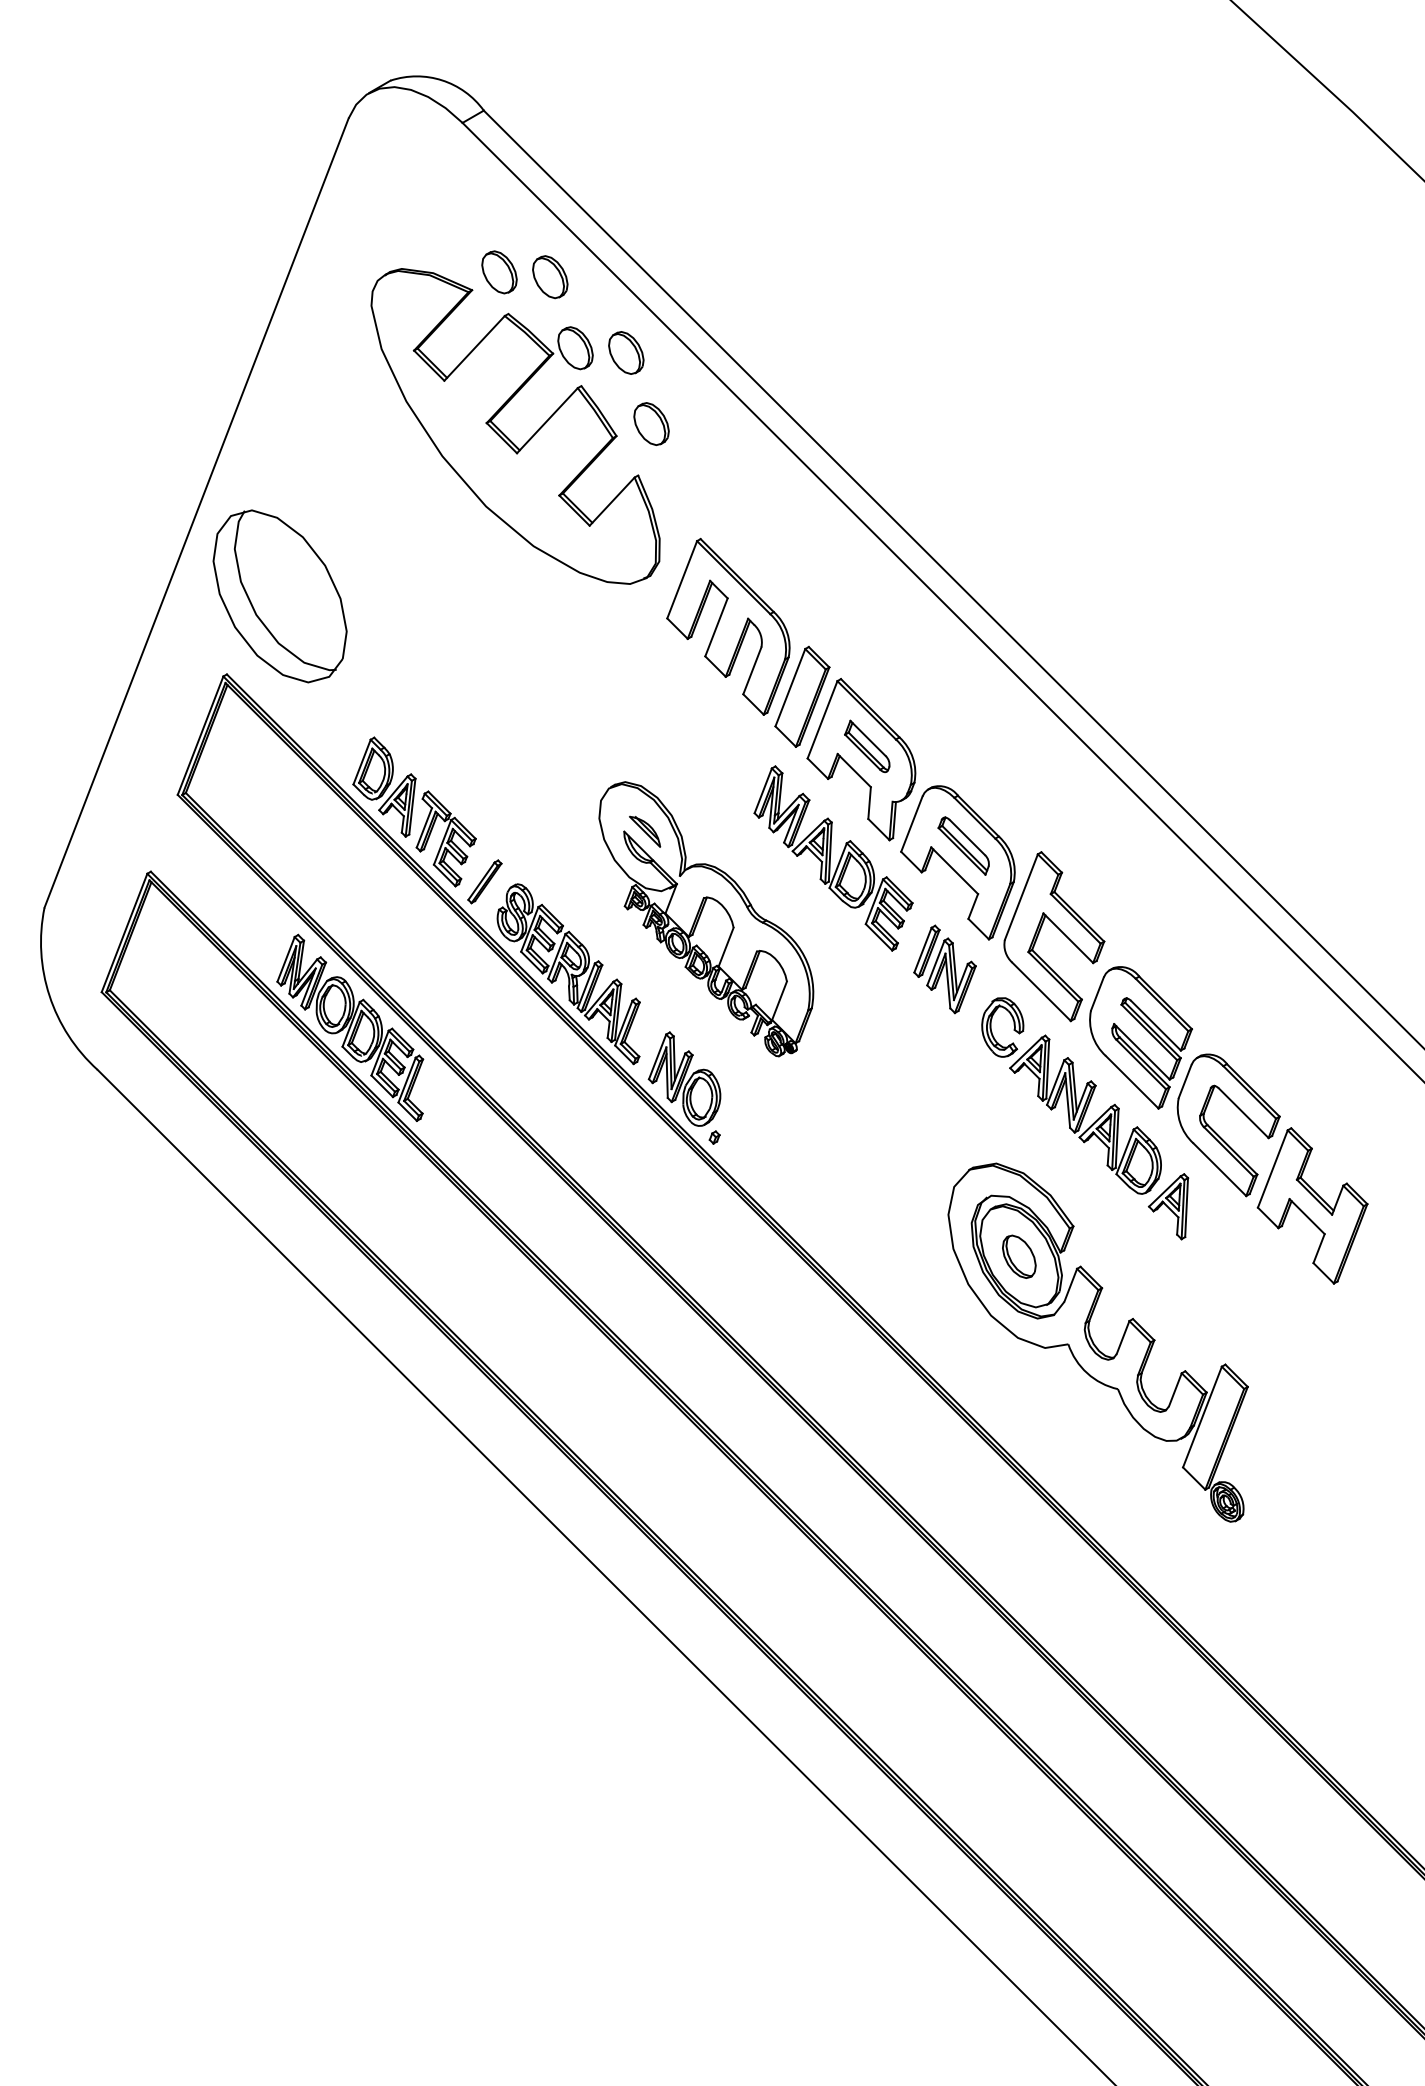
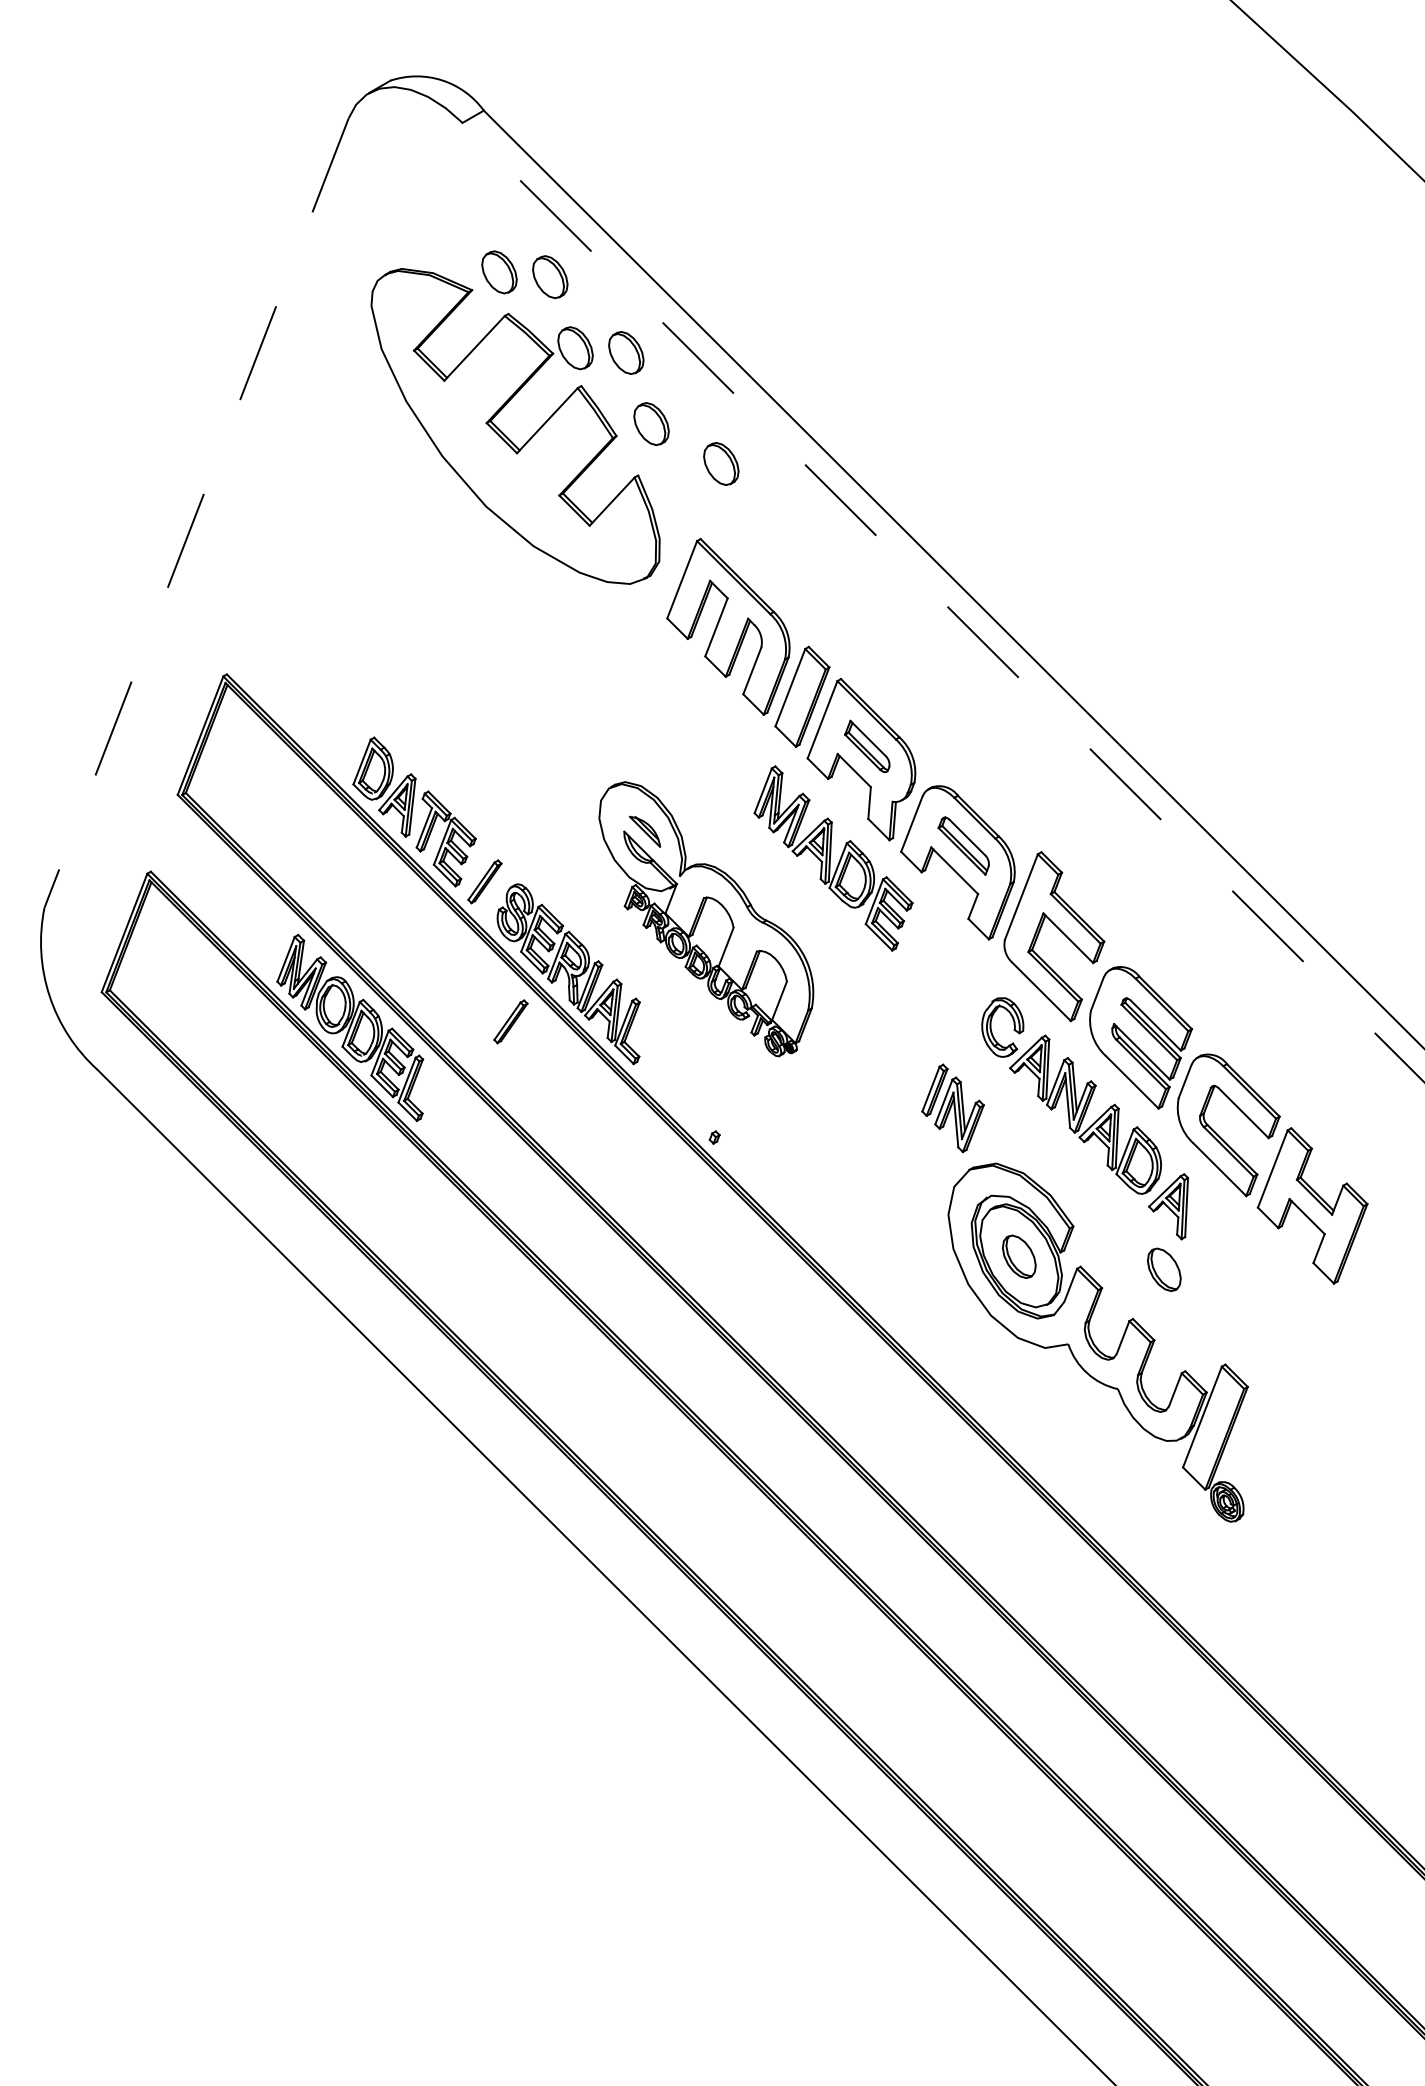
part at (721, 463): none -> present
line at (196, 513): solid -> dashed
part at (279, 596): present -> none
line at (943, 602): solid -> dashed
part at (944, 969) position: (944, 969) -> (952, 1108)
part at (510, 1021): none -> present
part at (684, 1078): present -> none
part at (1164, 1269): none -> present
